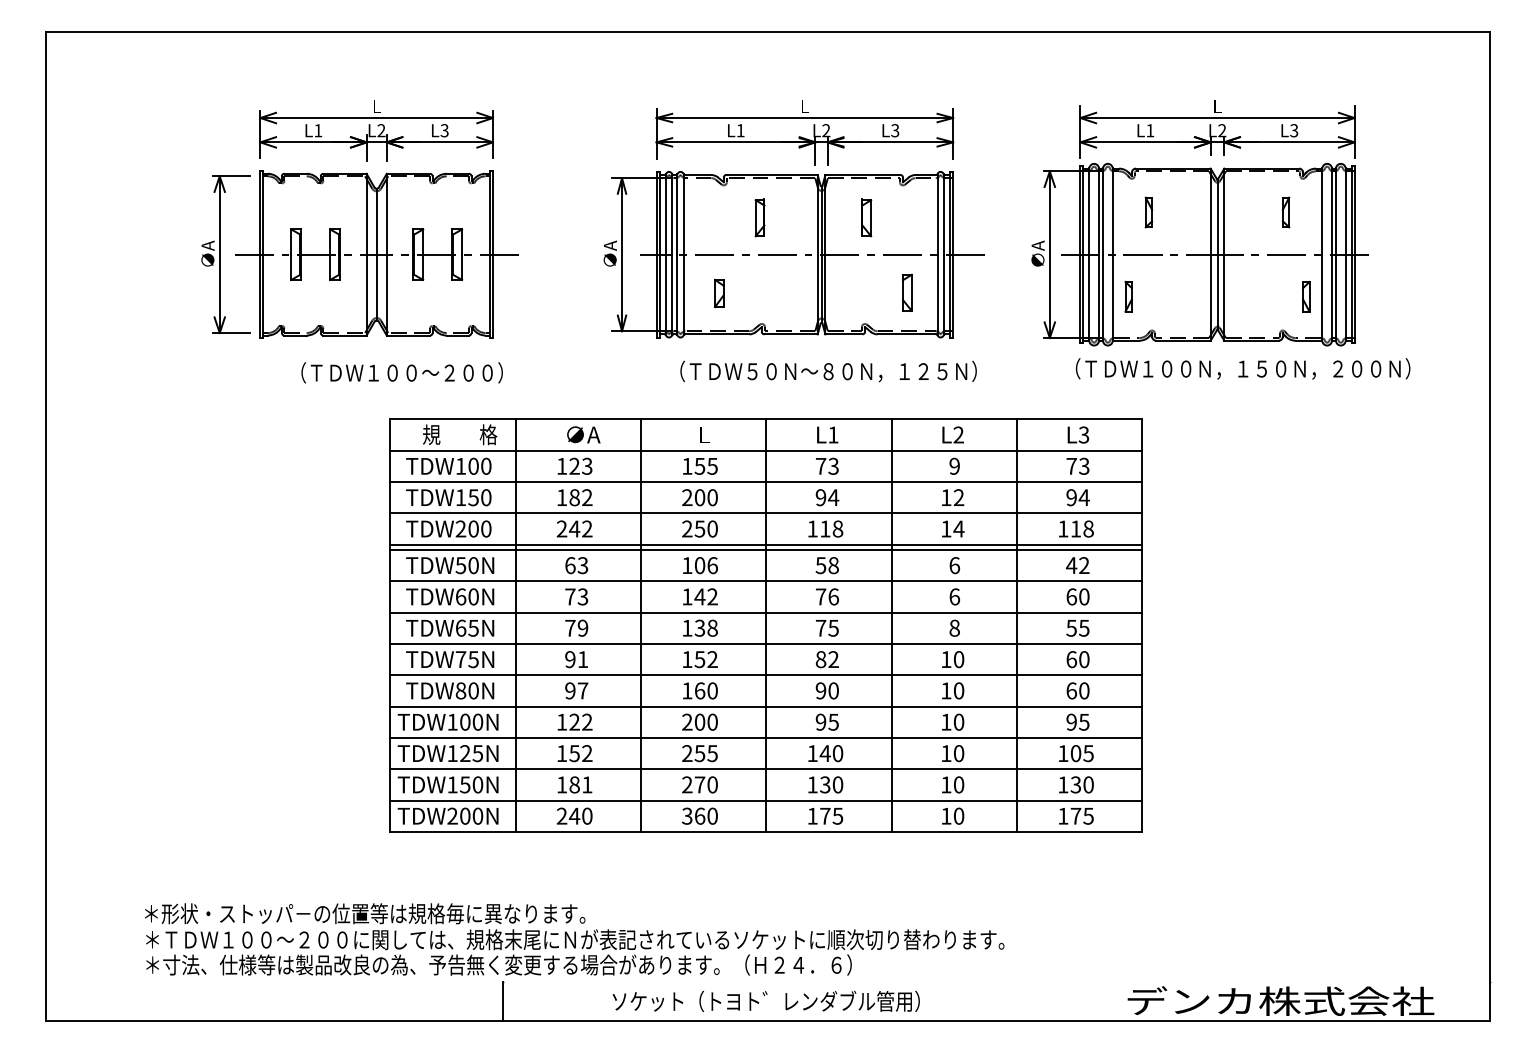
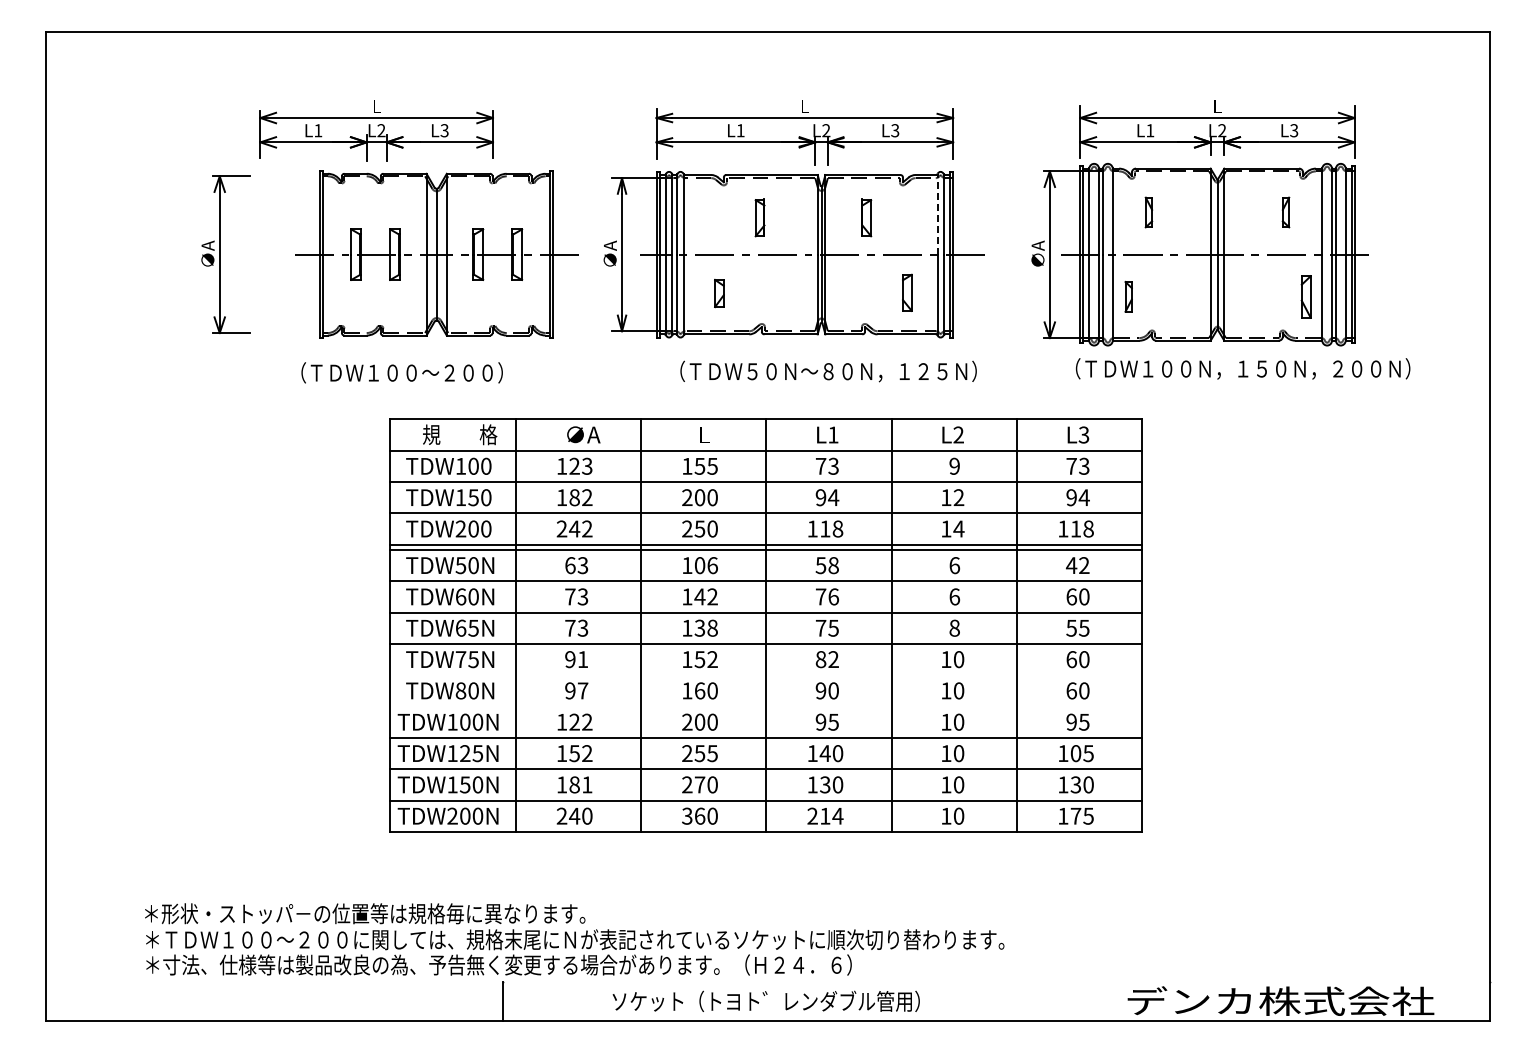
line at (937, 213): solid -> dashed
part at (376, 254) position: (376, 254) -> (436, 254)
part at (1306, 296) size: 9x33 px -> 12x44 px
text at (582, 628): 79 -> 73
line at (766, 675): present -> none
line at (766, 706): present -> none
text at (825, 815): 175 -> 214
